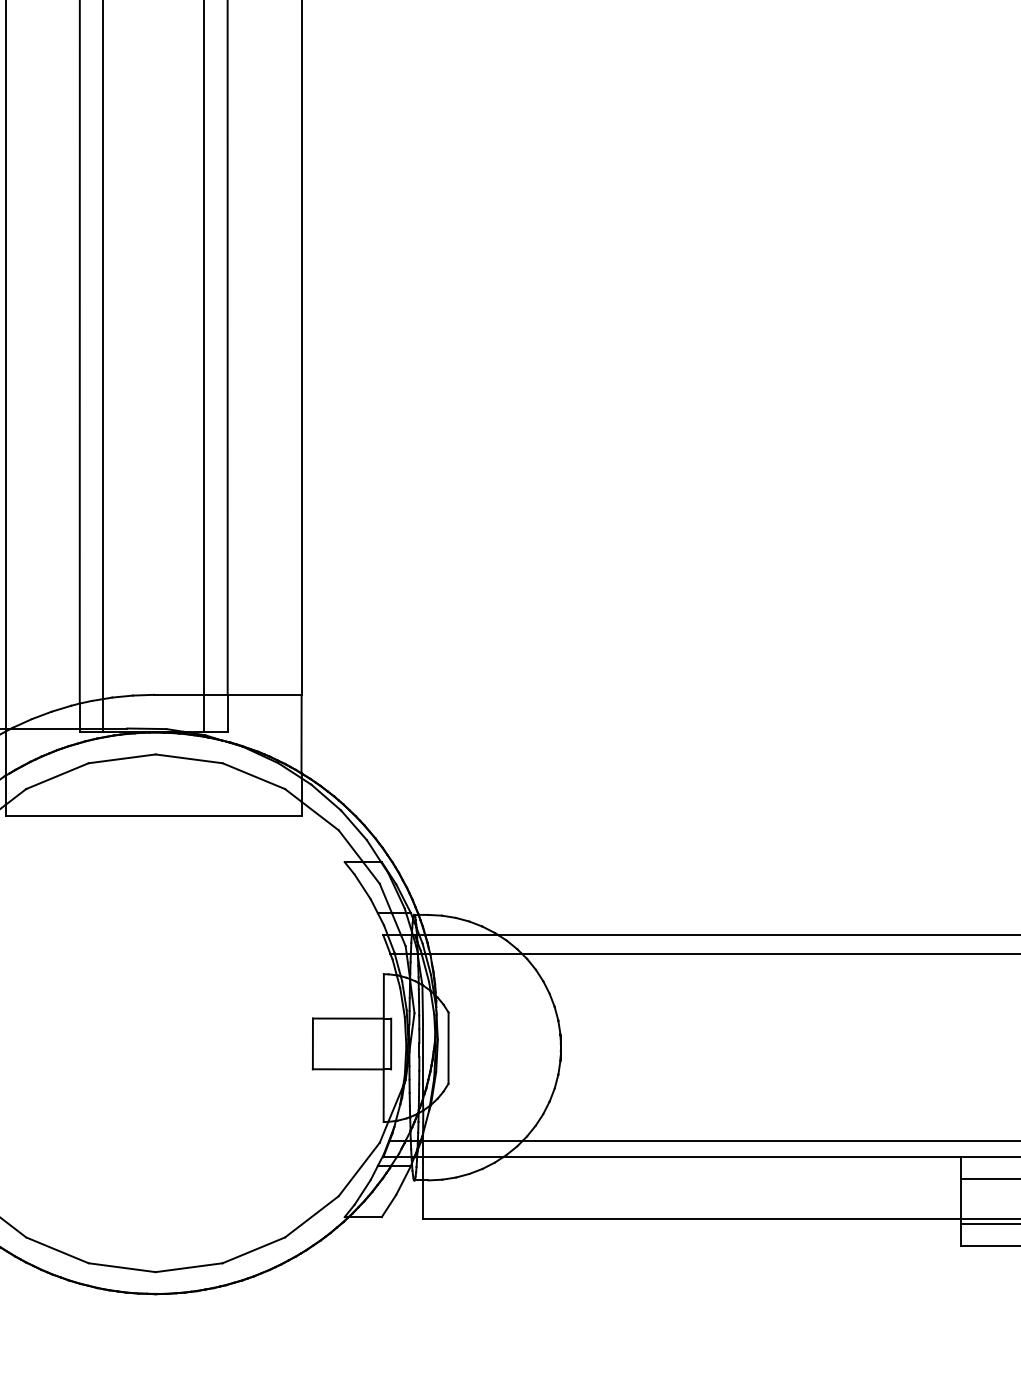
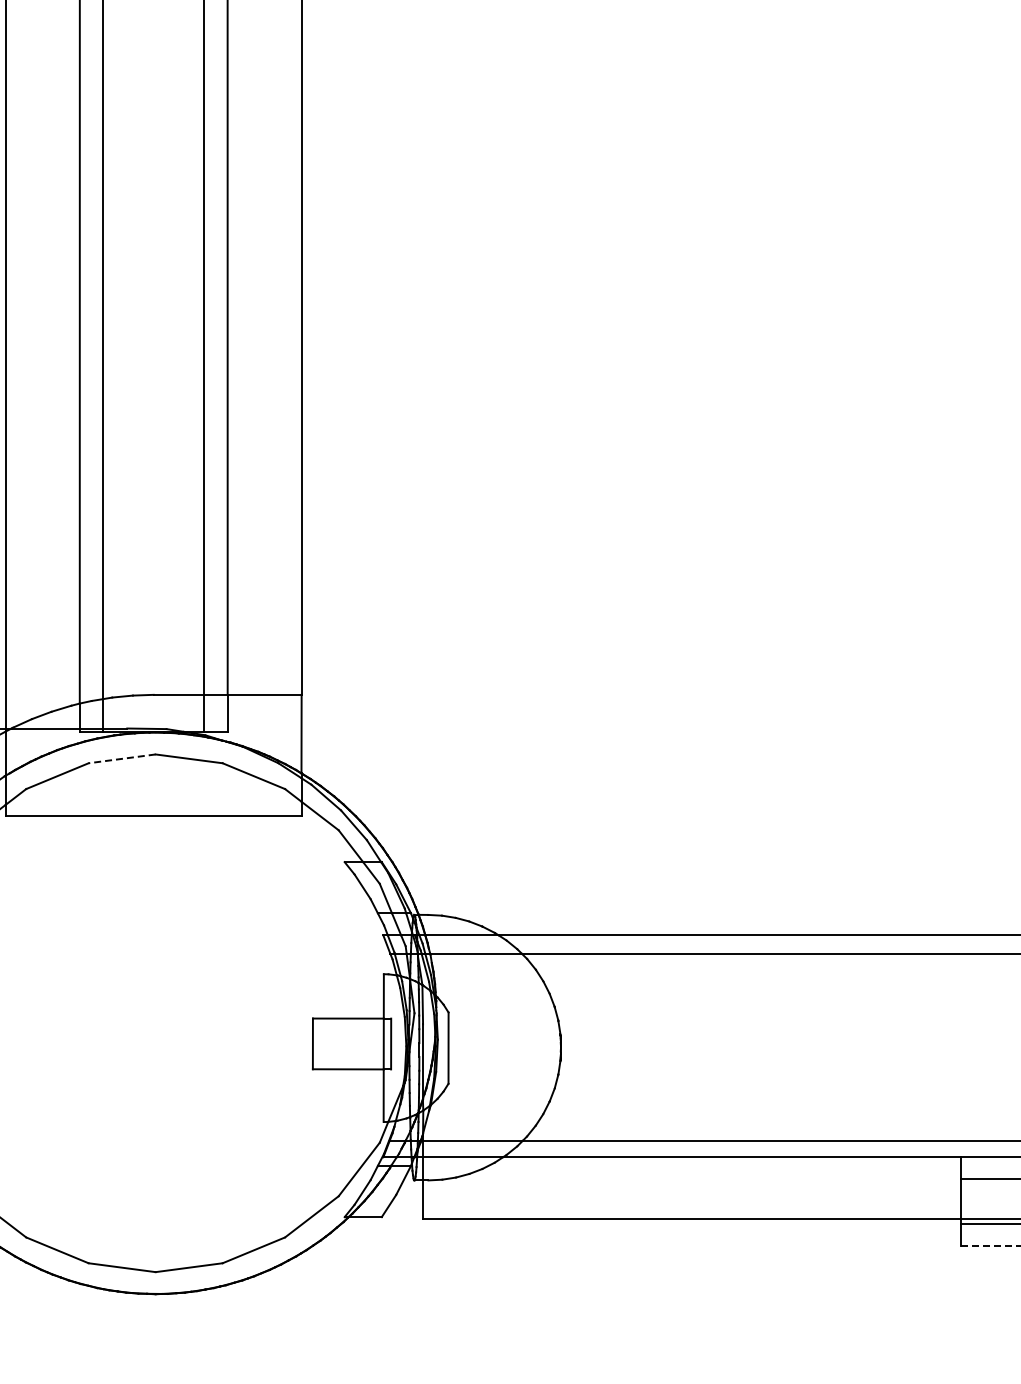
line at (122, 758): solid -> dashed
line at (990, 1246): solid -> dashed
